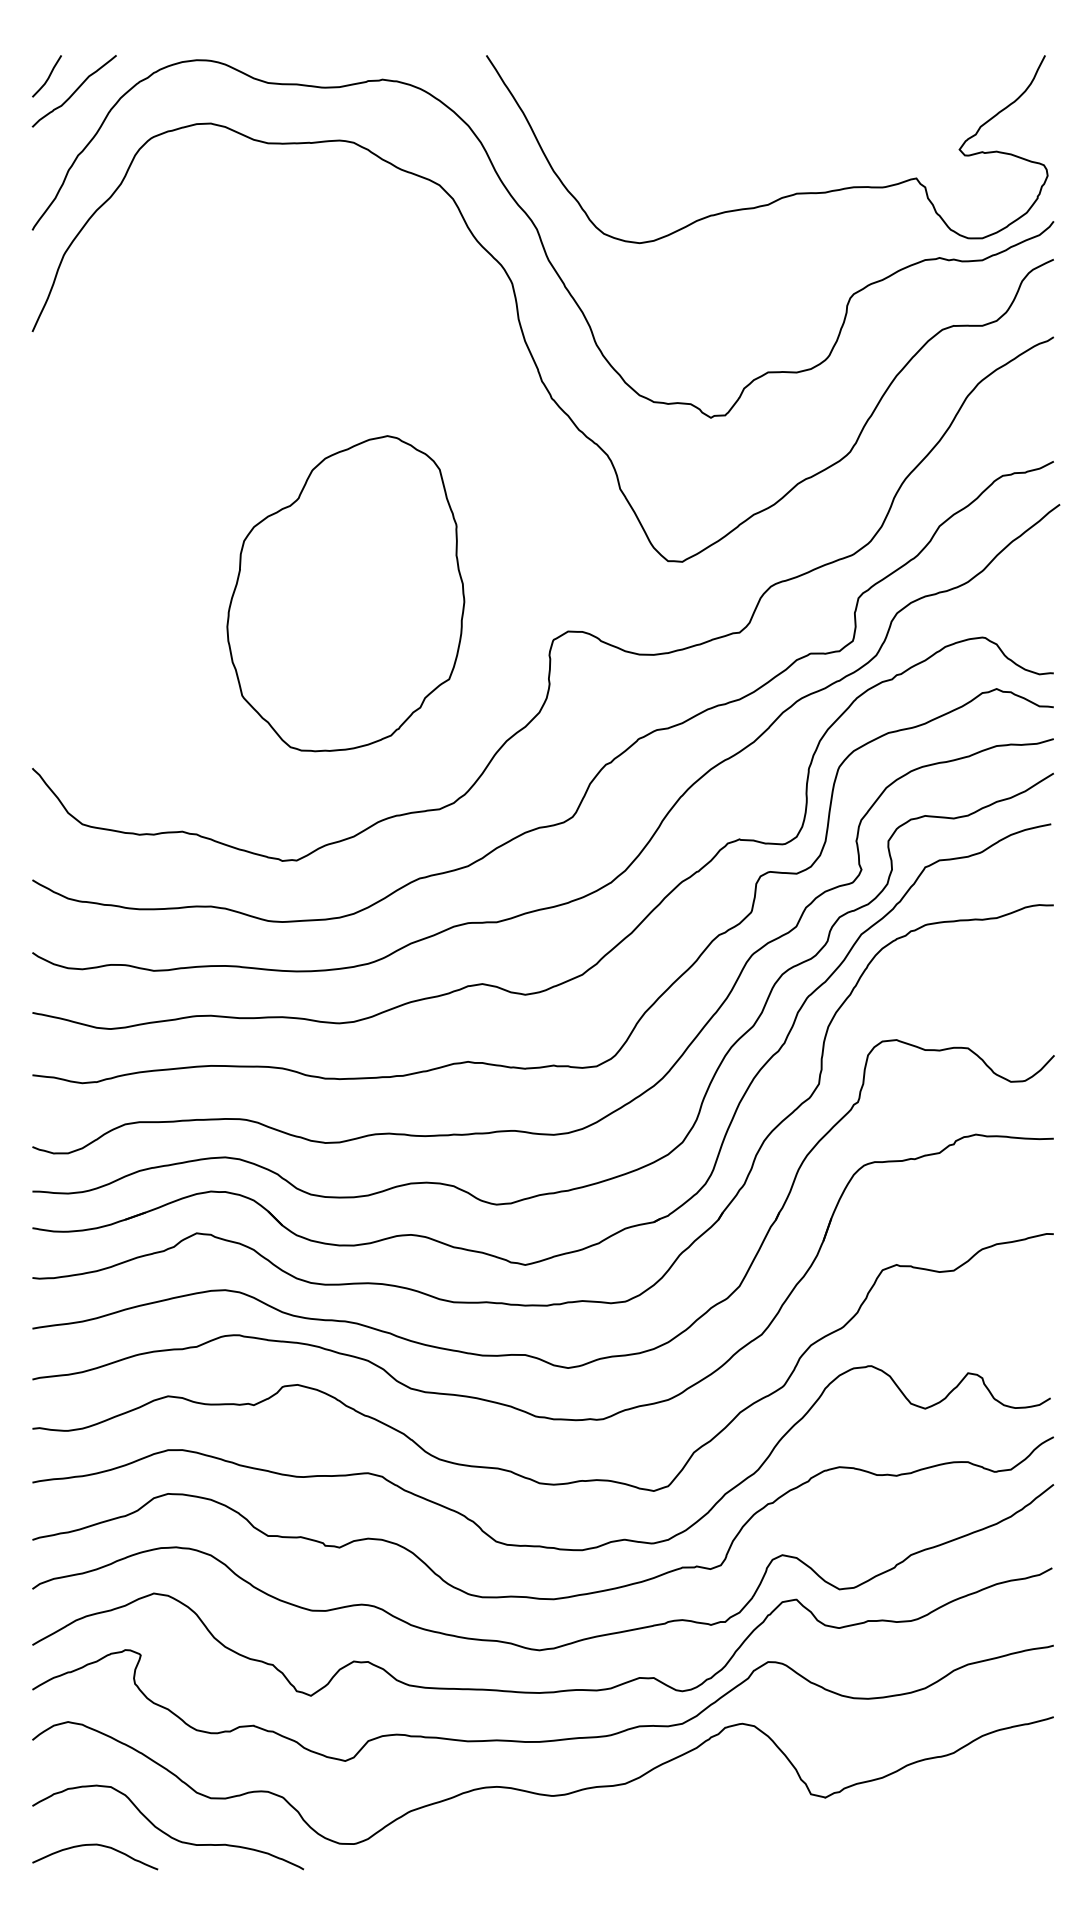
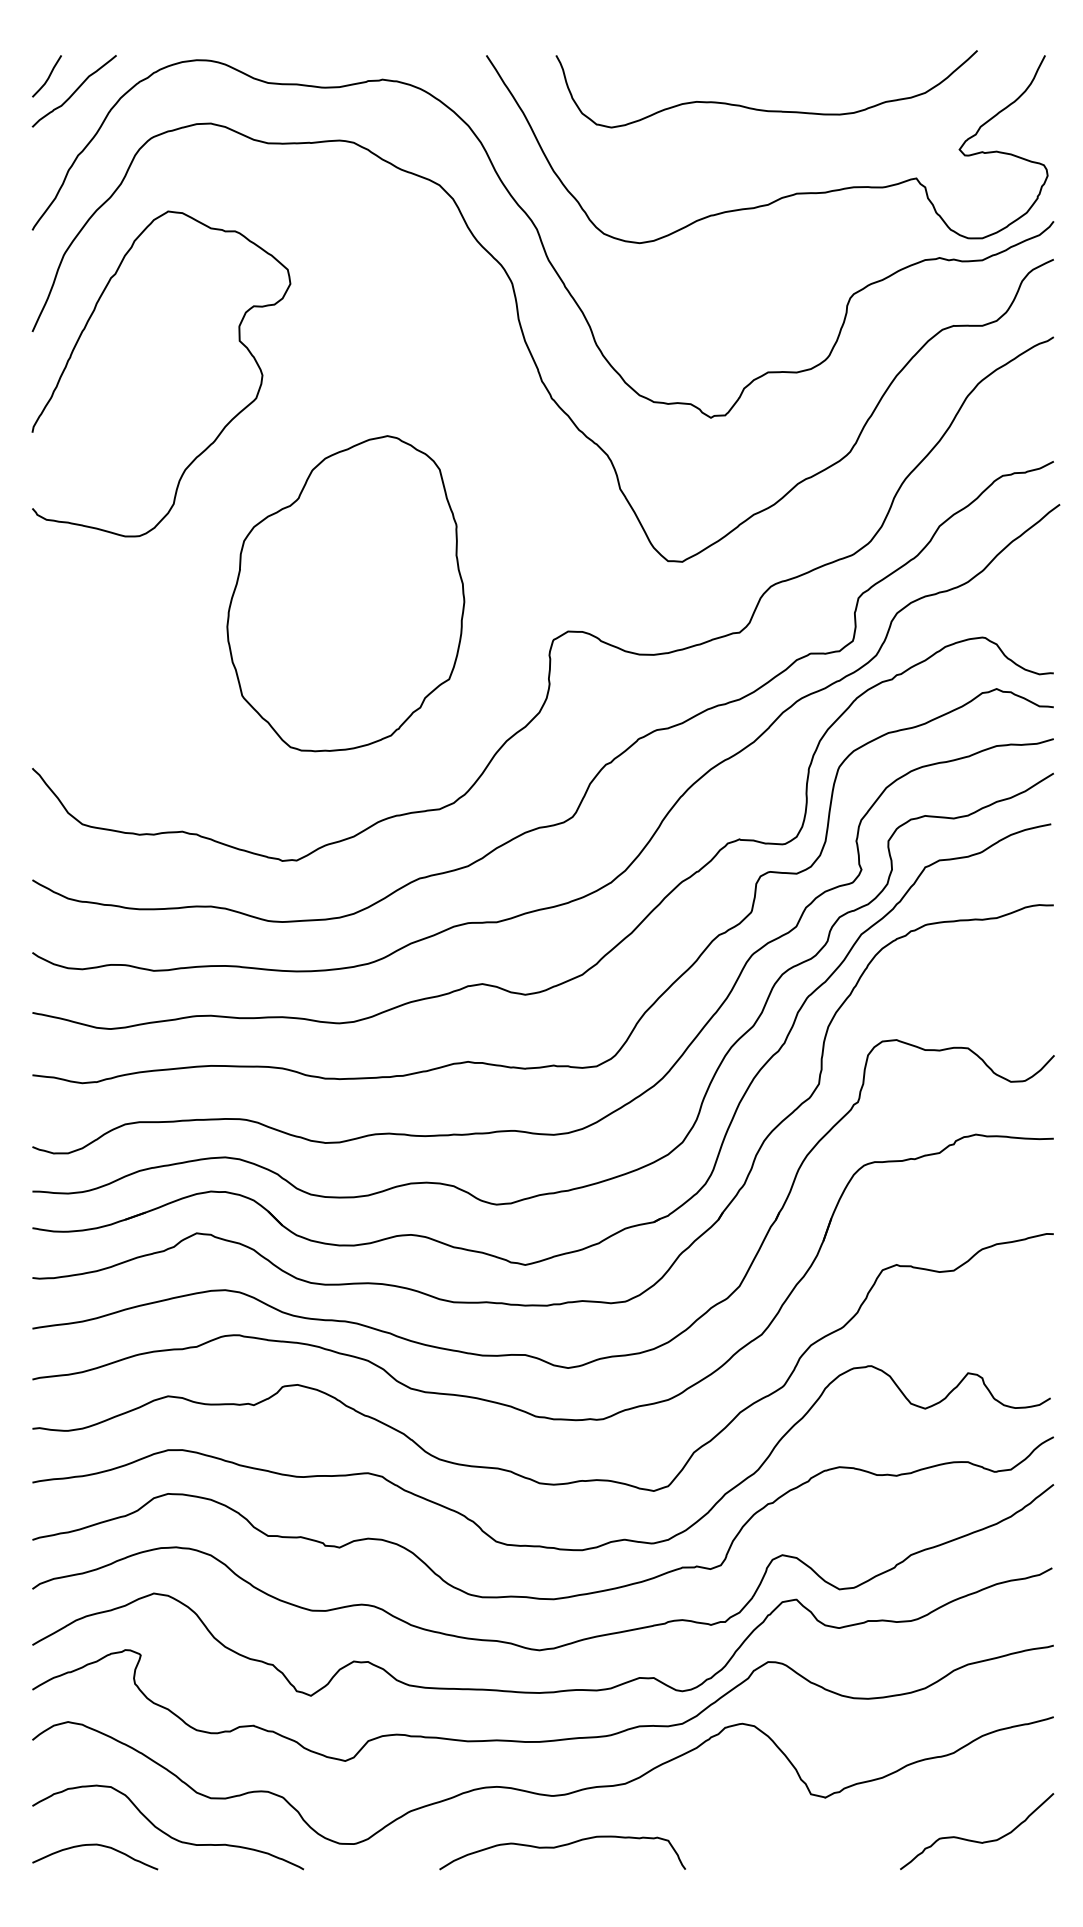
curve at (764, 109): none -> present
curve at (222, 428): none -> present
curve at (975, 1840): none -> present
curve at (559, 1847): none -> present
